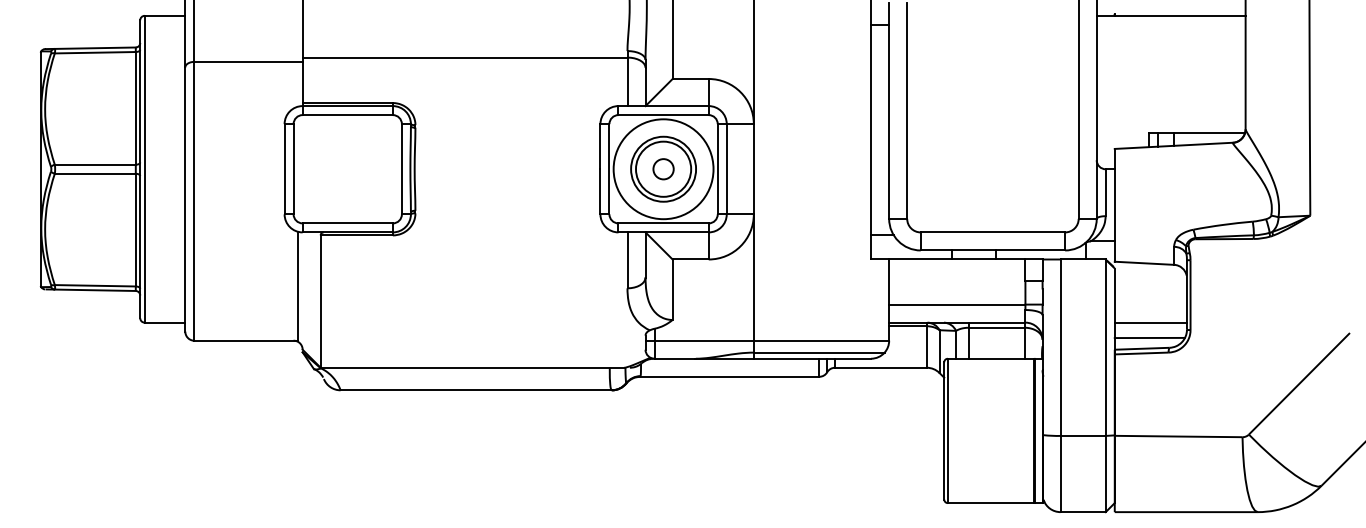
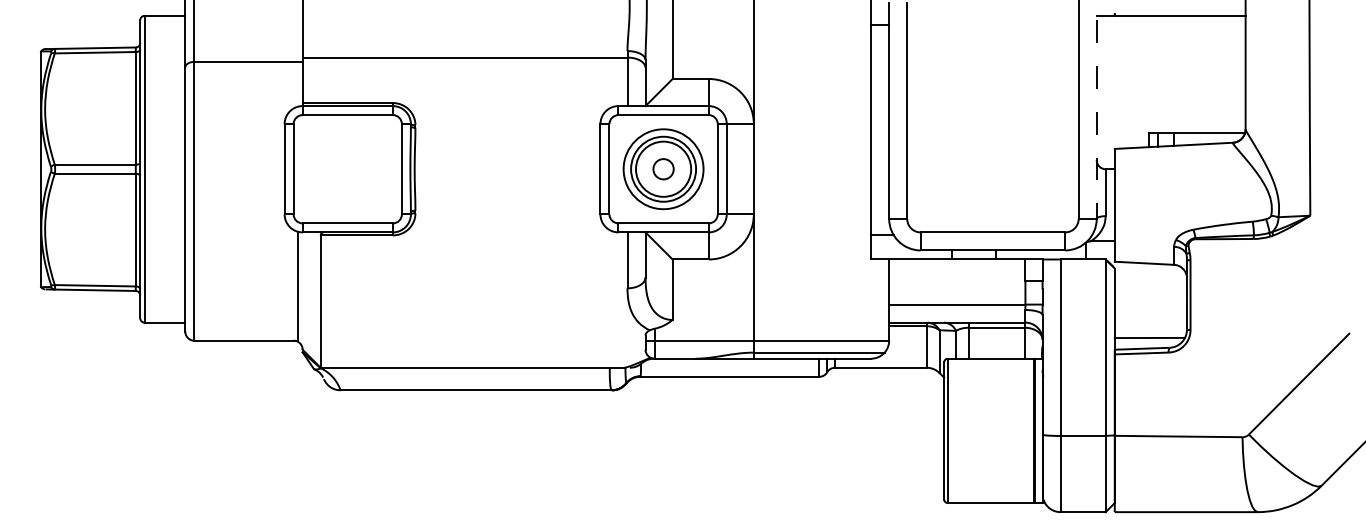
line at (1096, 109): solid -> dashed
circle at (663, 169) diameter: 100 px -> 80 px
line at (1150, 322): present -> none
